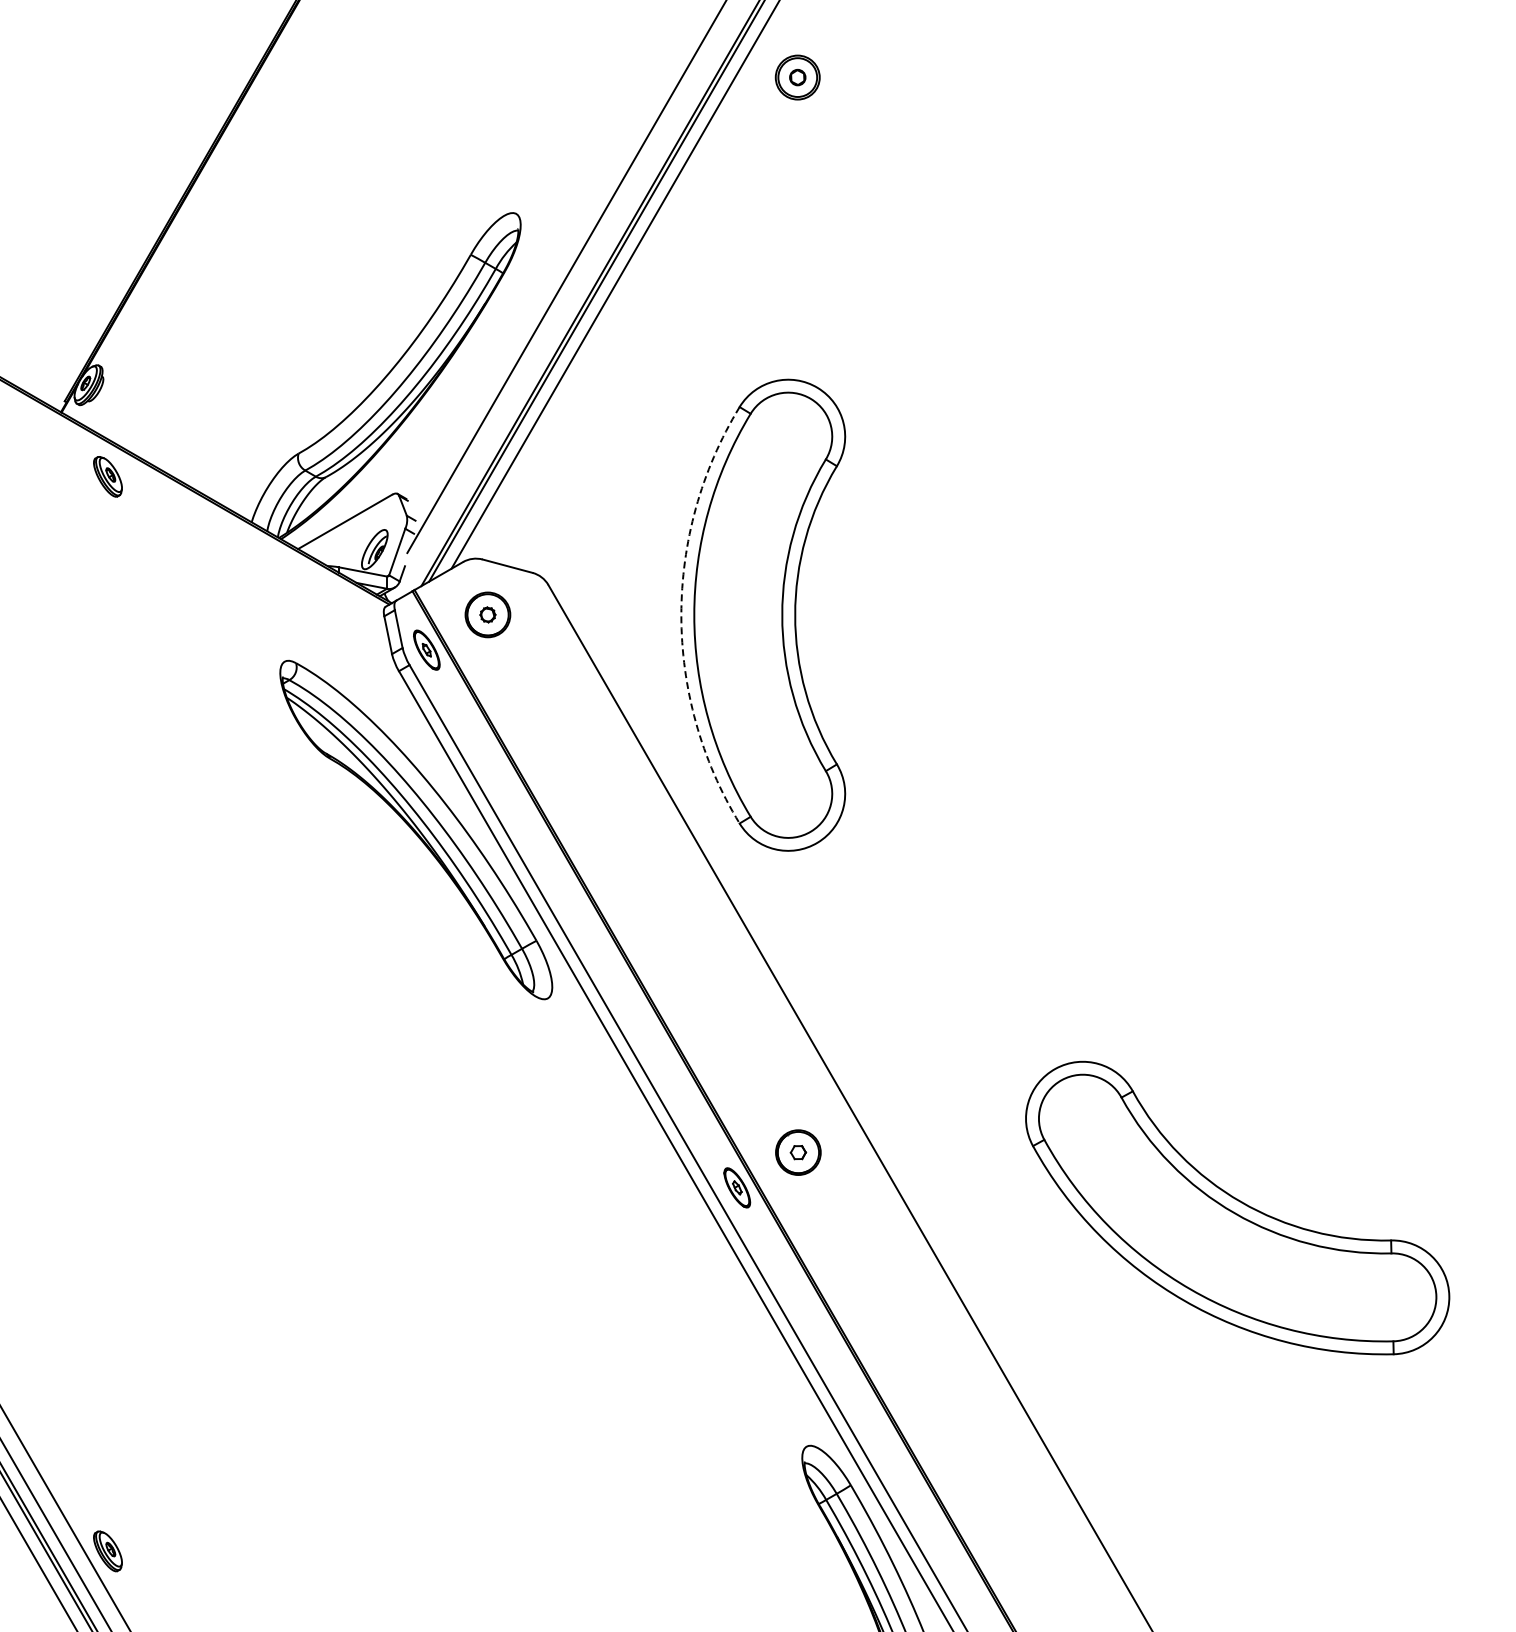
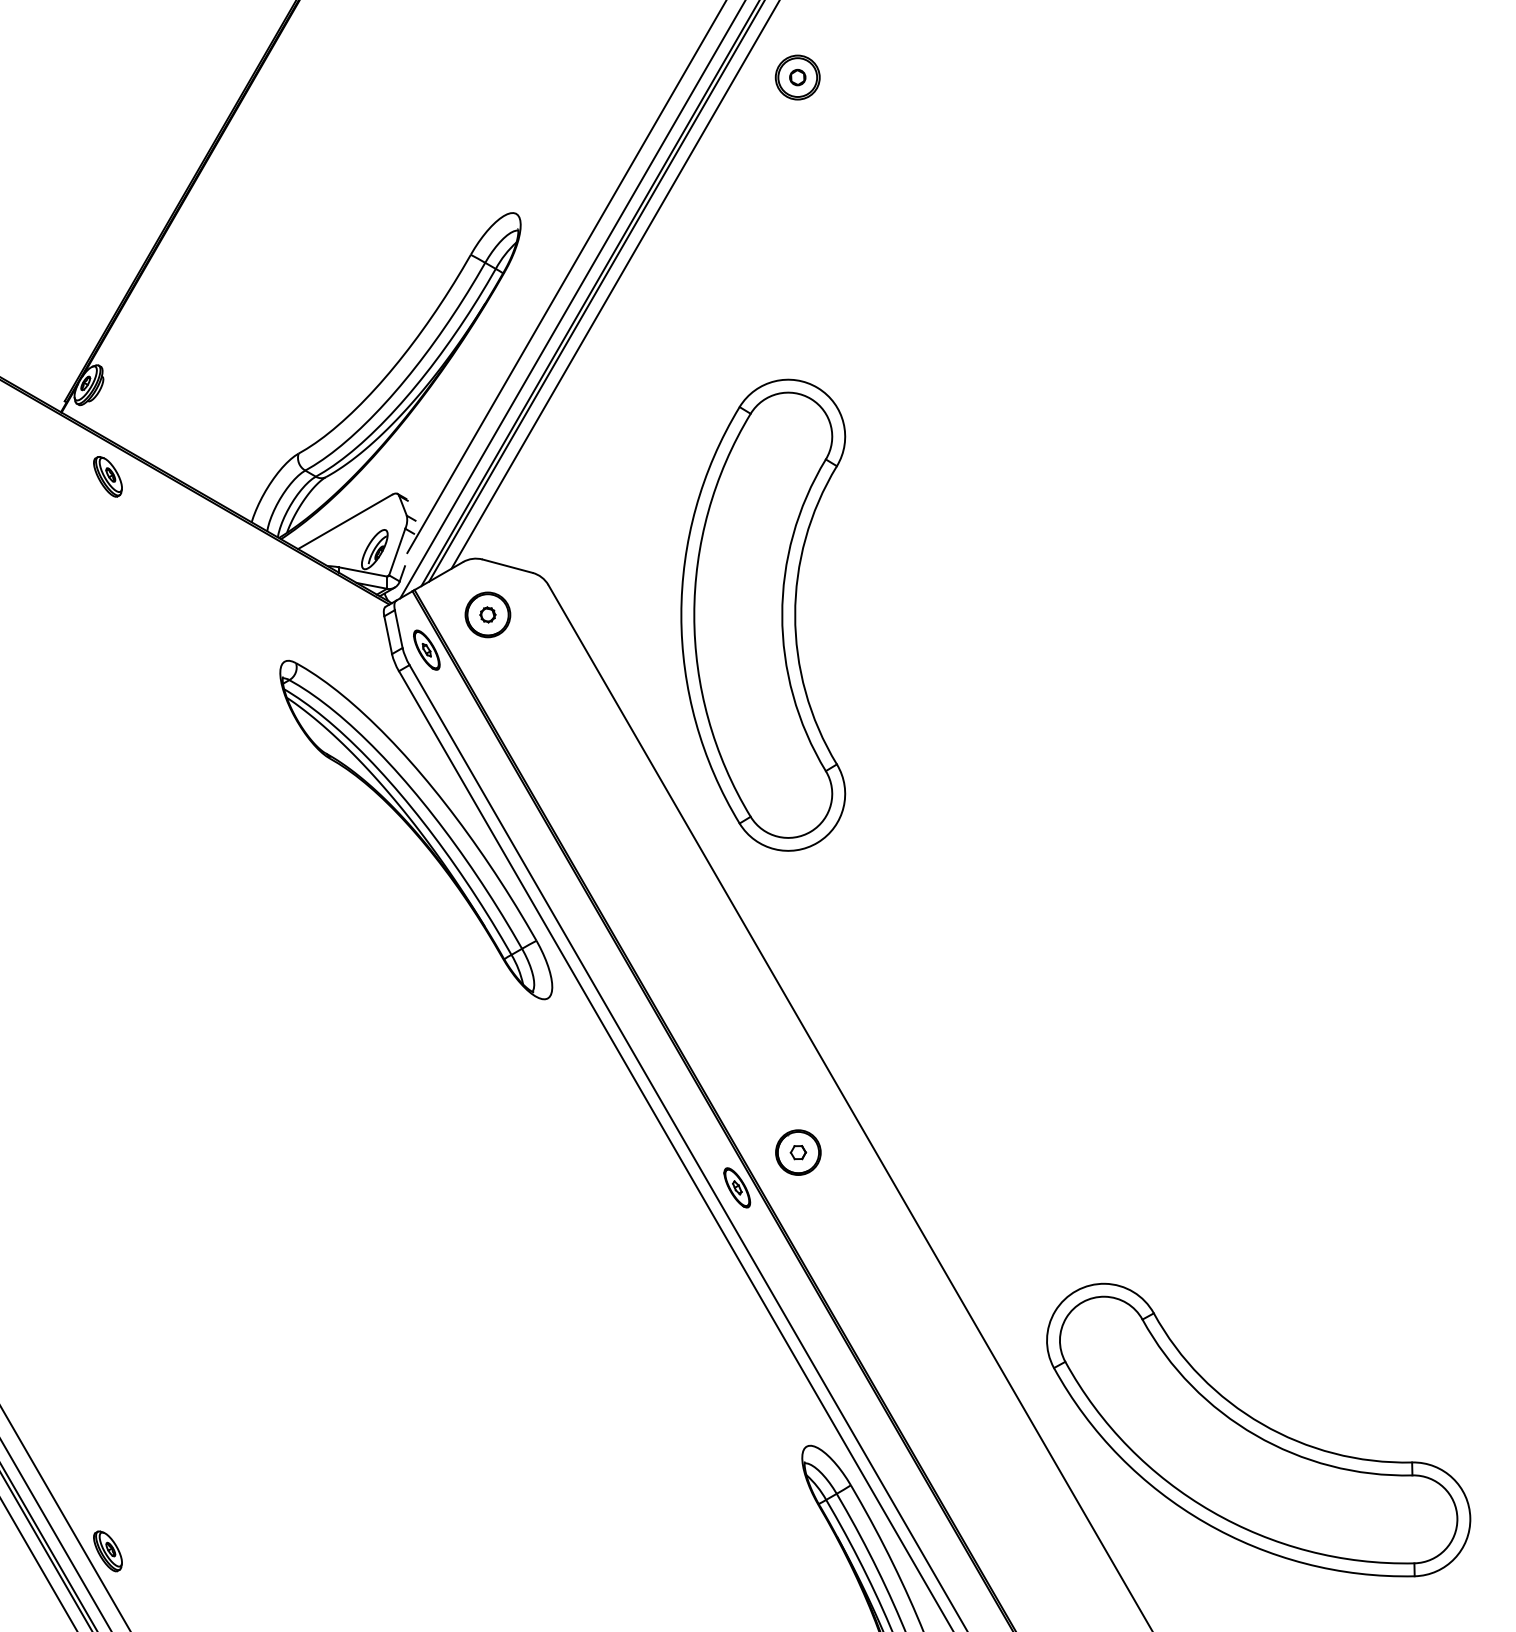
line at (572, 300): none -> present
arc at (681, 615): dashed -> solid
part at (1237, 1207) position: (1237, 1207) -> (1258, 1429)
